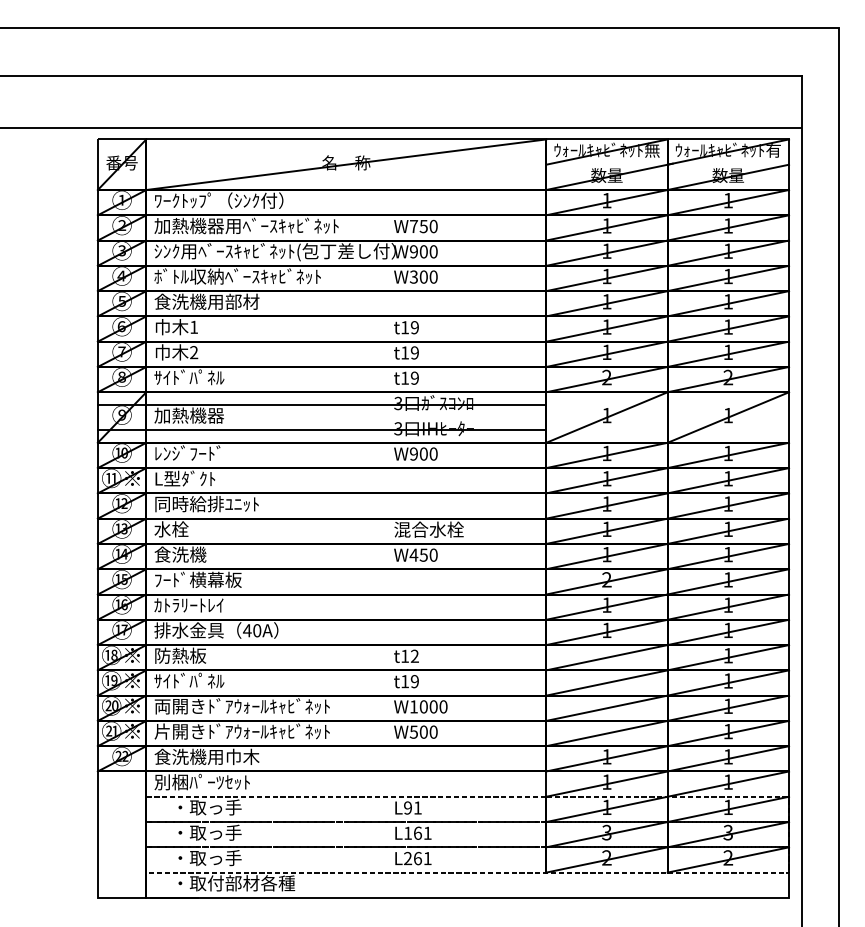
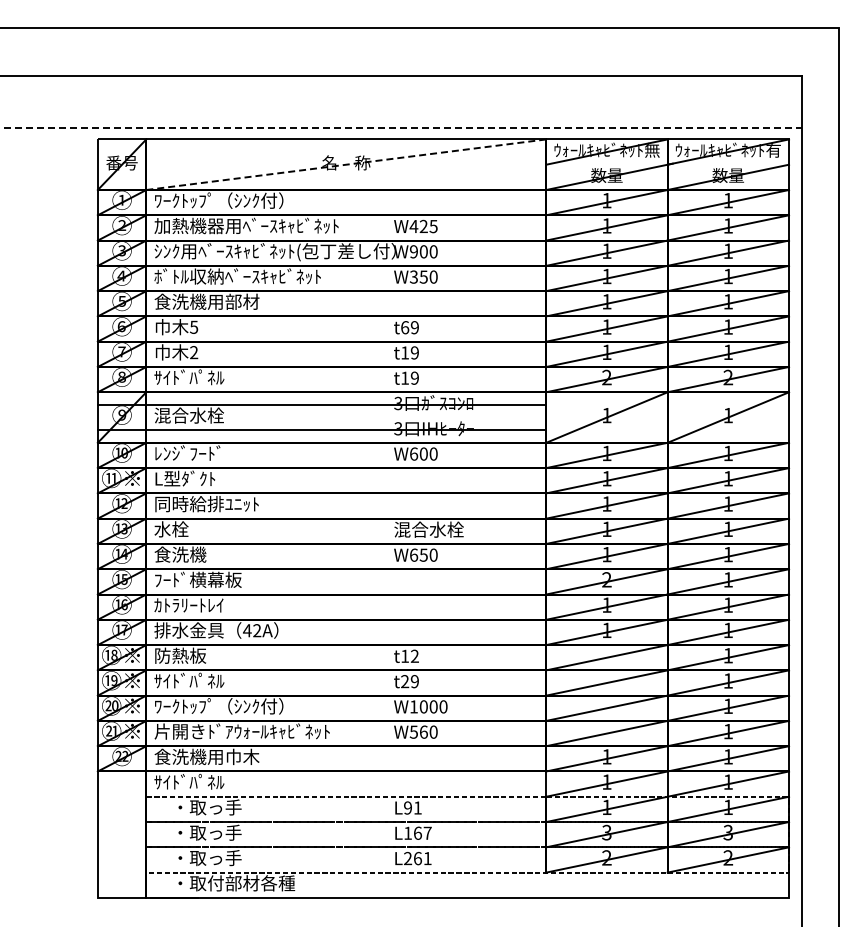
line at (401, 127): solid -> dashed
line at (346, 164): solid -> dashed
text at (423, 226): W750 -> W425
text at (423, 276): W300 -> W350
text at (194, 326): 1 -> 5
text at (405, 327): t19 -> t69
text at (189, 415): 加熱機器 -> 混合水栓
text at (414, 453): W900 -> W600
text at (413, 554): W450 -> W650
text at (257, 630): 40A -> 42A
text at (405, 681): t19 -> t29
text at (241, 706): 両開きﾄﾞｱｳｫｰﾙｷｬﾋﾞﾈｯﾄ -> ﾜｰｸﾄｯﾌﾟ（ｼﾝｸ付）
text at (423, 731): W500 -> W560
text at (201, 782): 別梱ﾊﾟｰﾂｾｯﾄ -> ｻｲﾄﾞﾊﾟﾈﾙ
text at (427, 832): L161 -> L167
